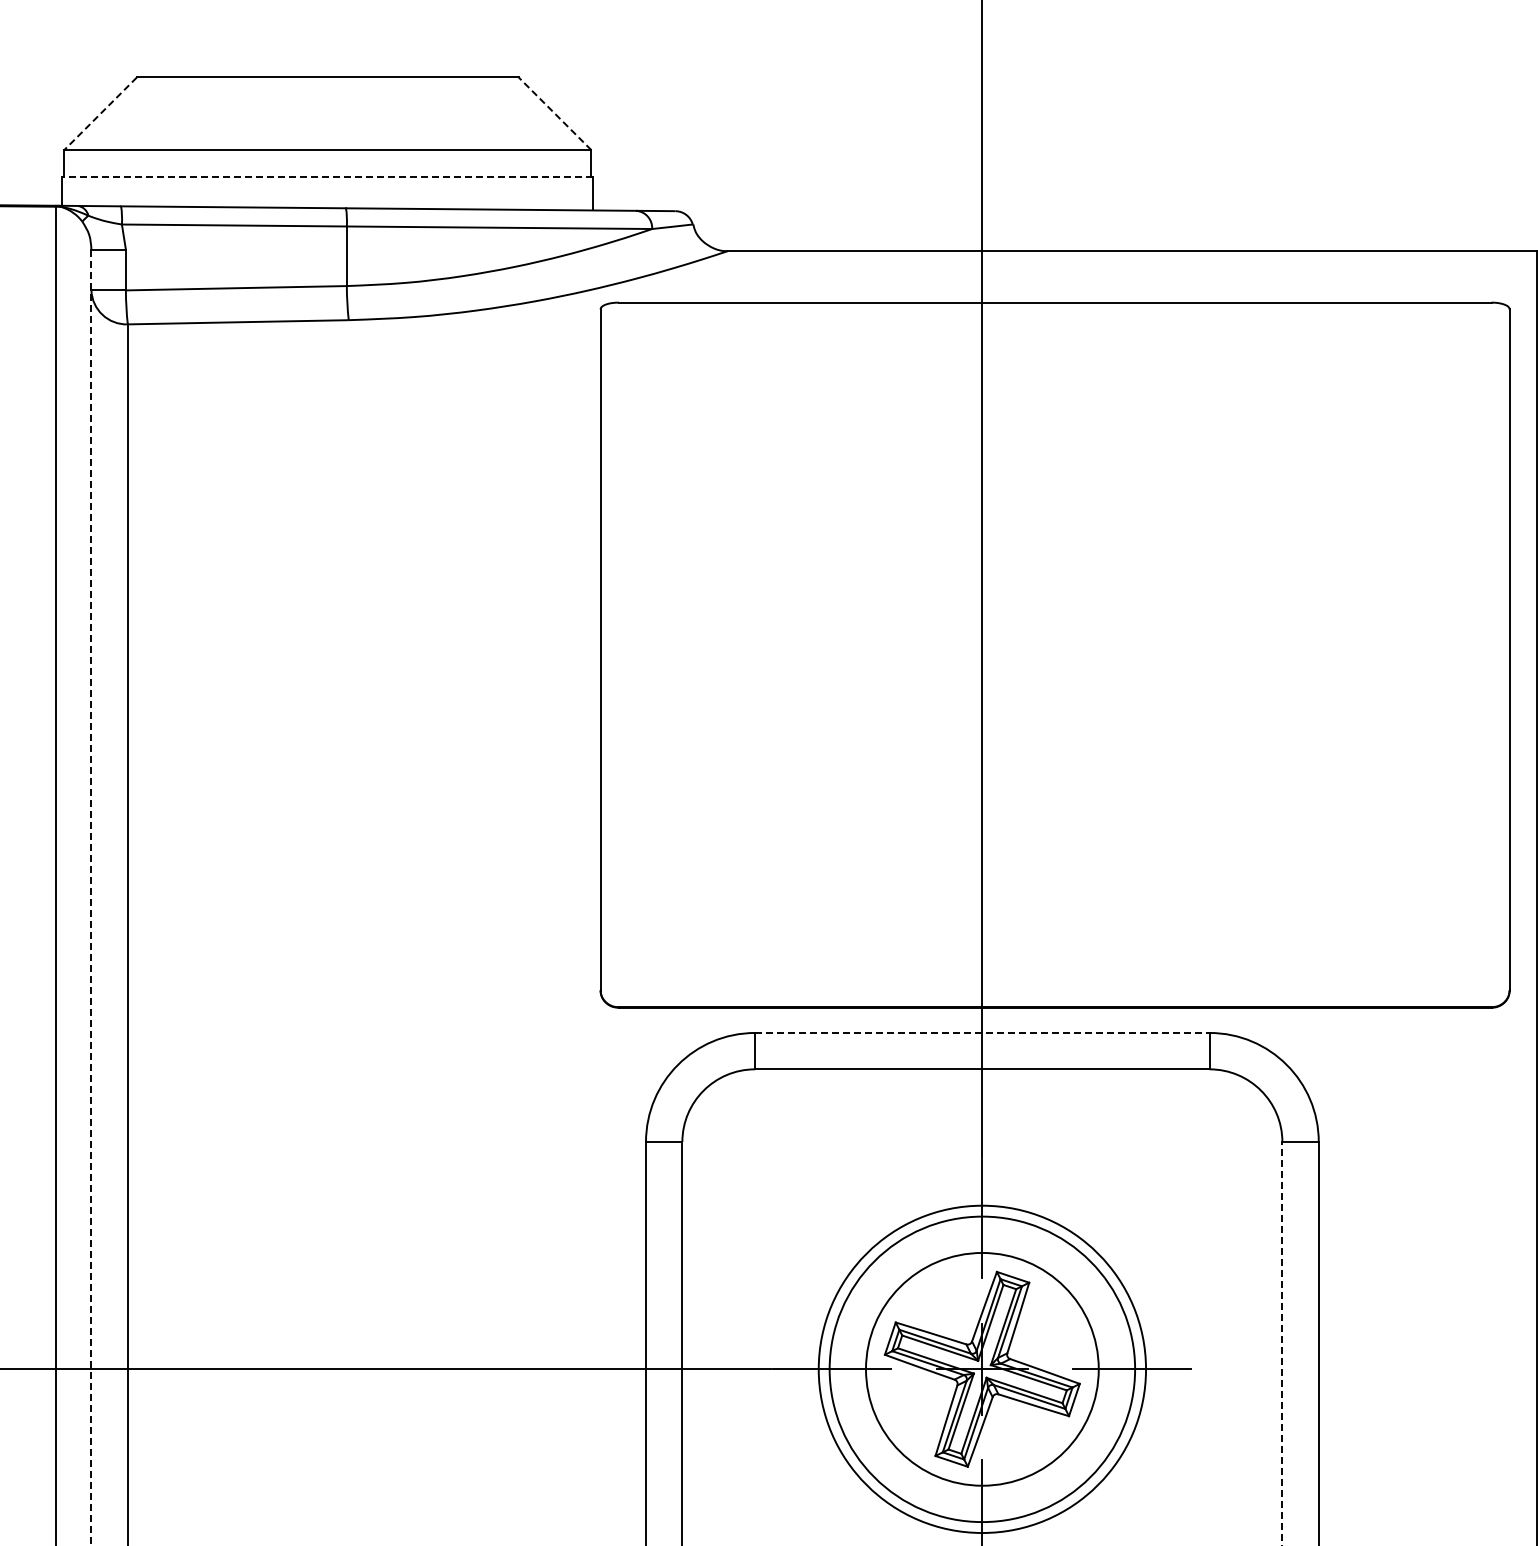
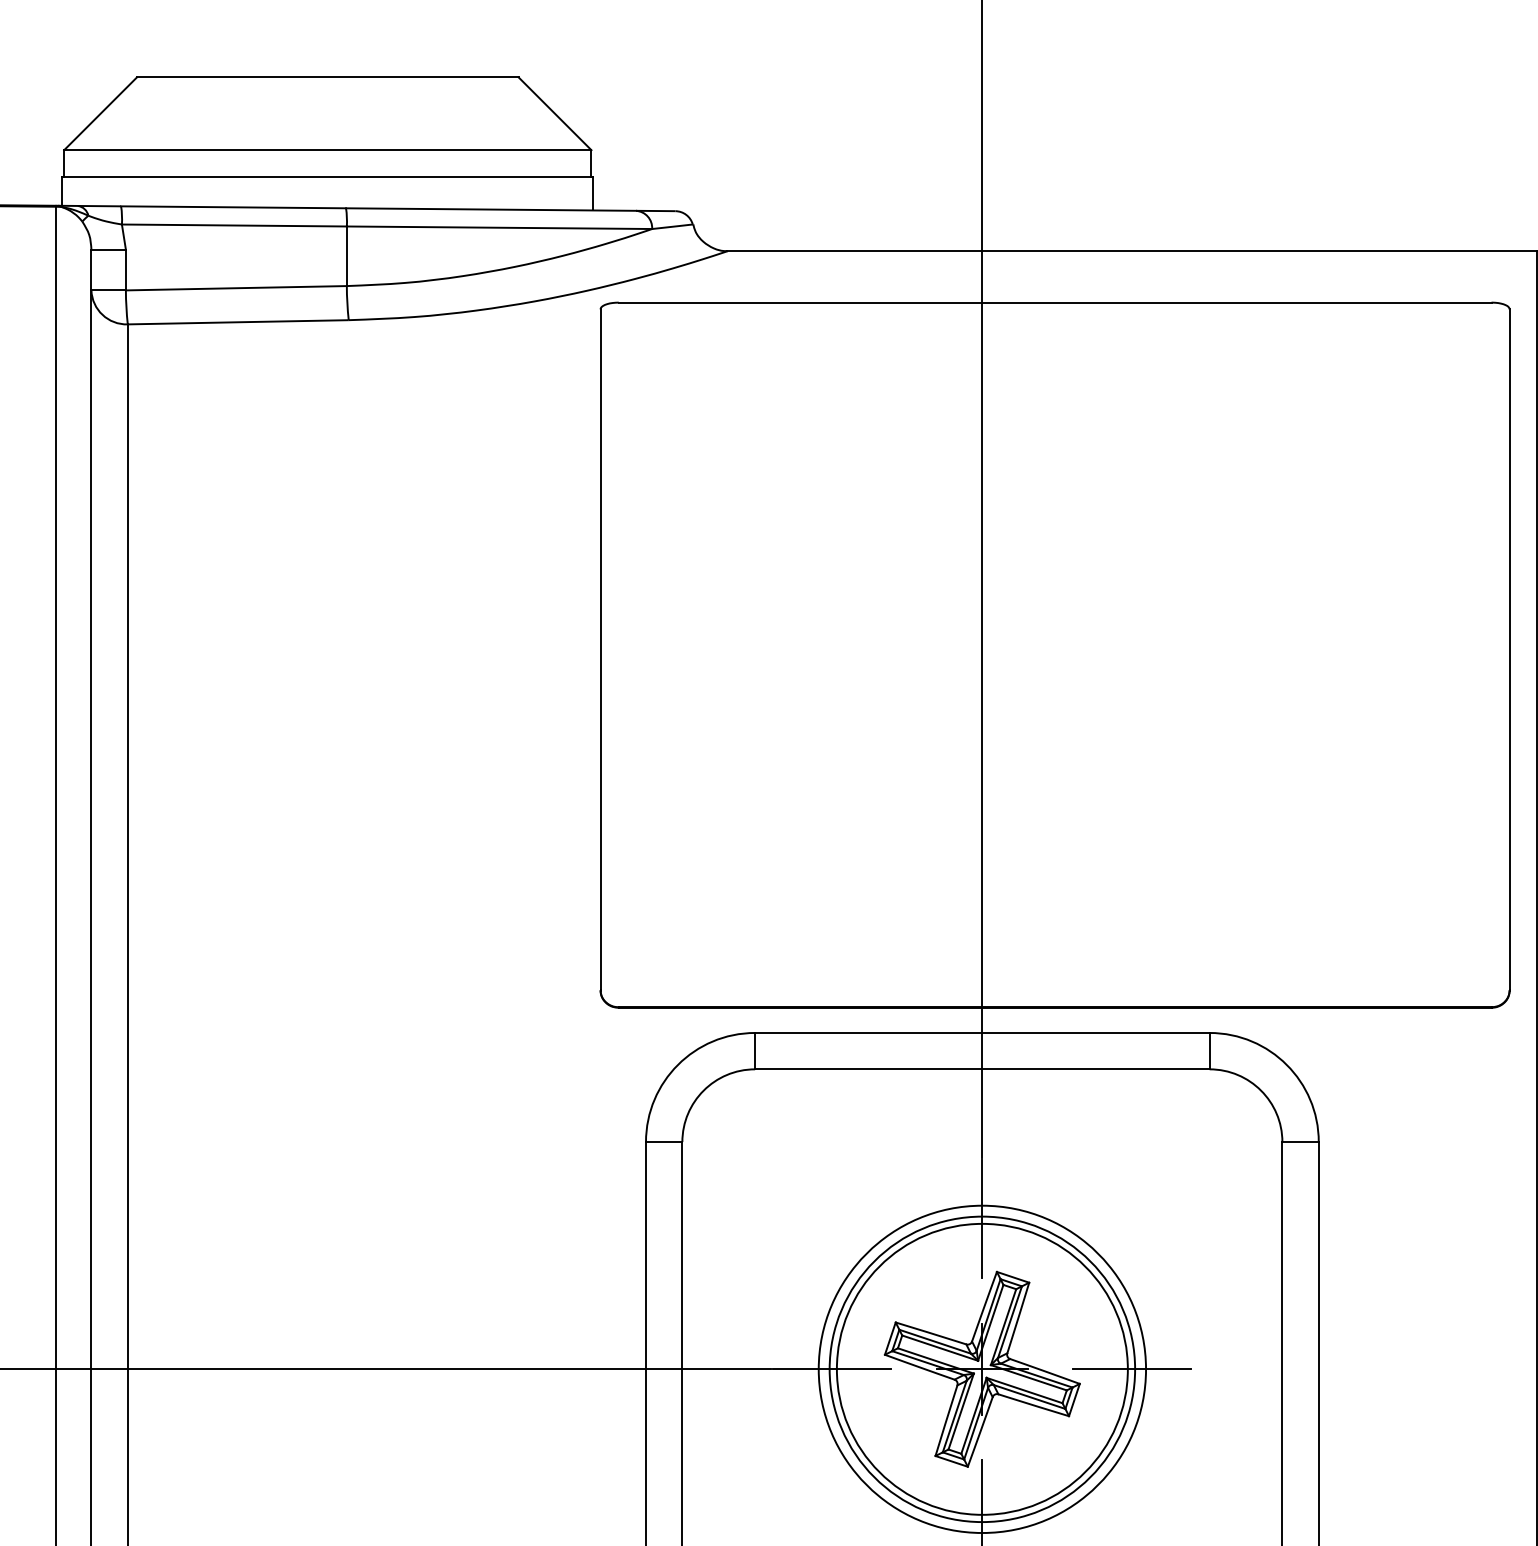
line at (554, 113): dashed -> solid
line at (100, 114): dashed -> solid
line at (327, 177): dashed -> solid
line at (91, 897): dashed -> solid
line at (982, 1032): dashed -> solid
line at (1282, 1344): dashed -> solid
circle at (982, 1368) diameter: 233 px -> 291 px
